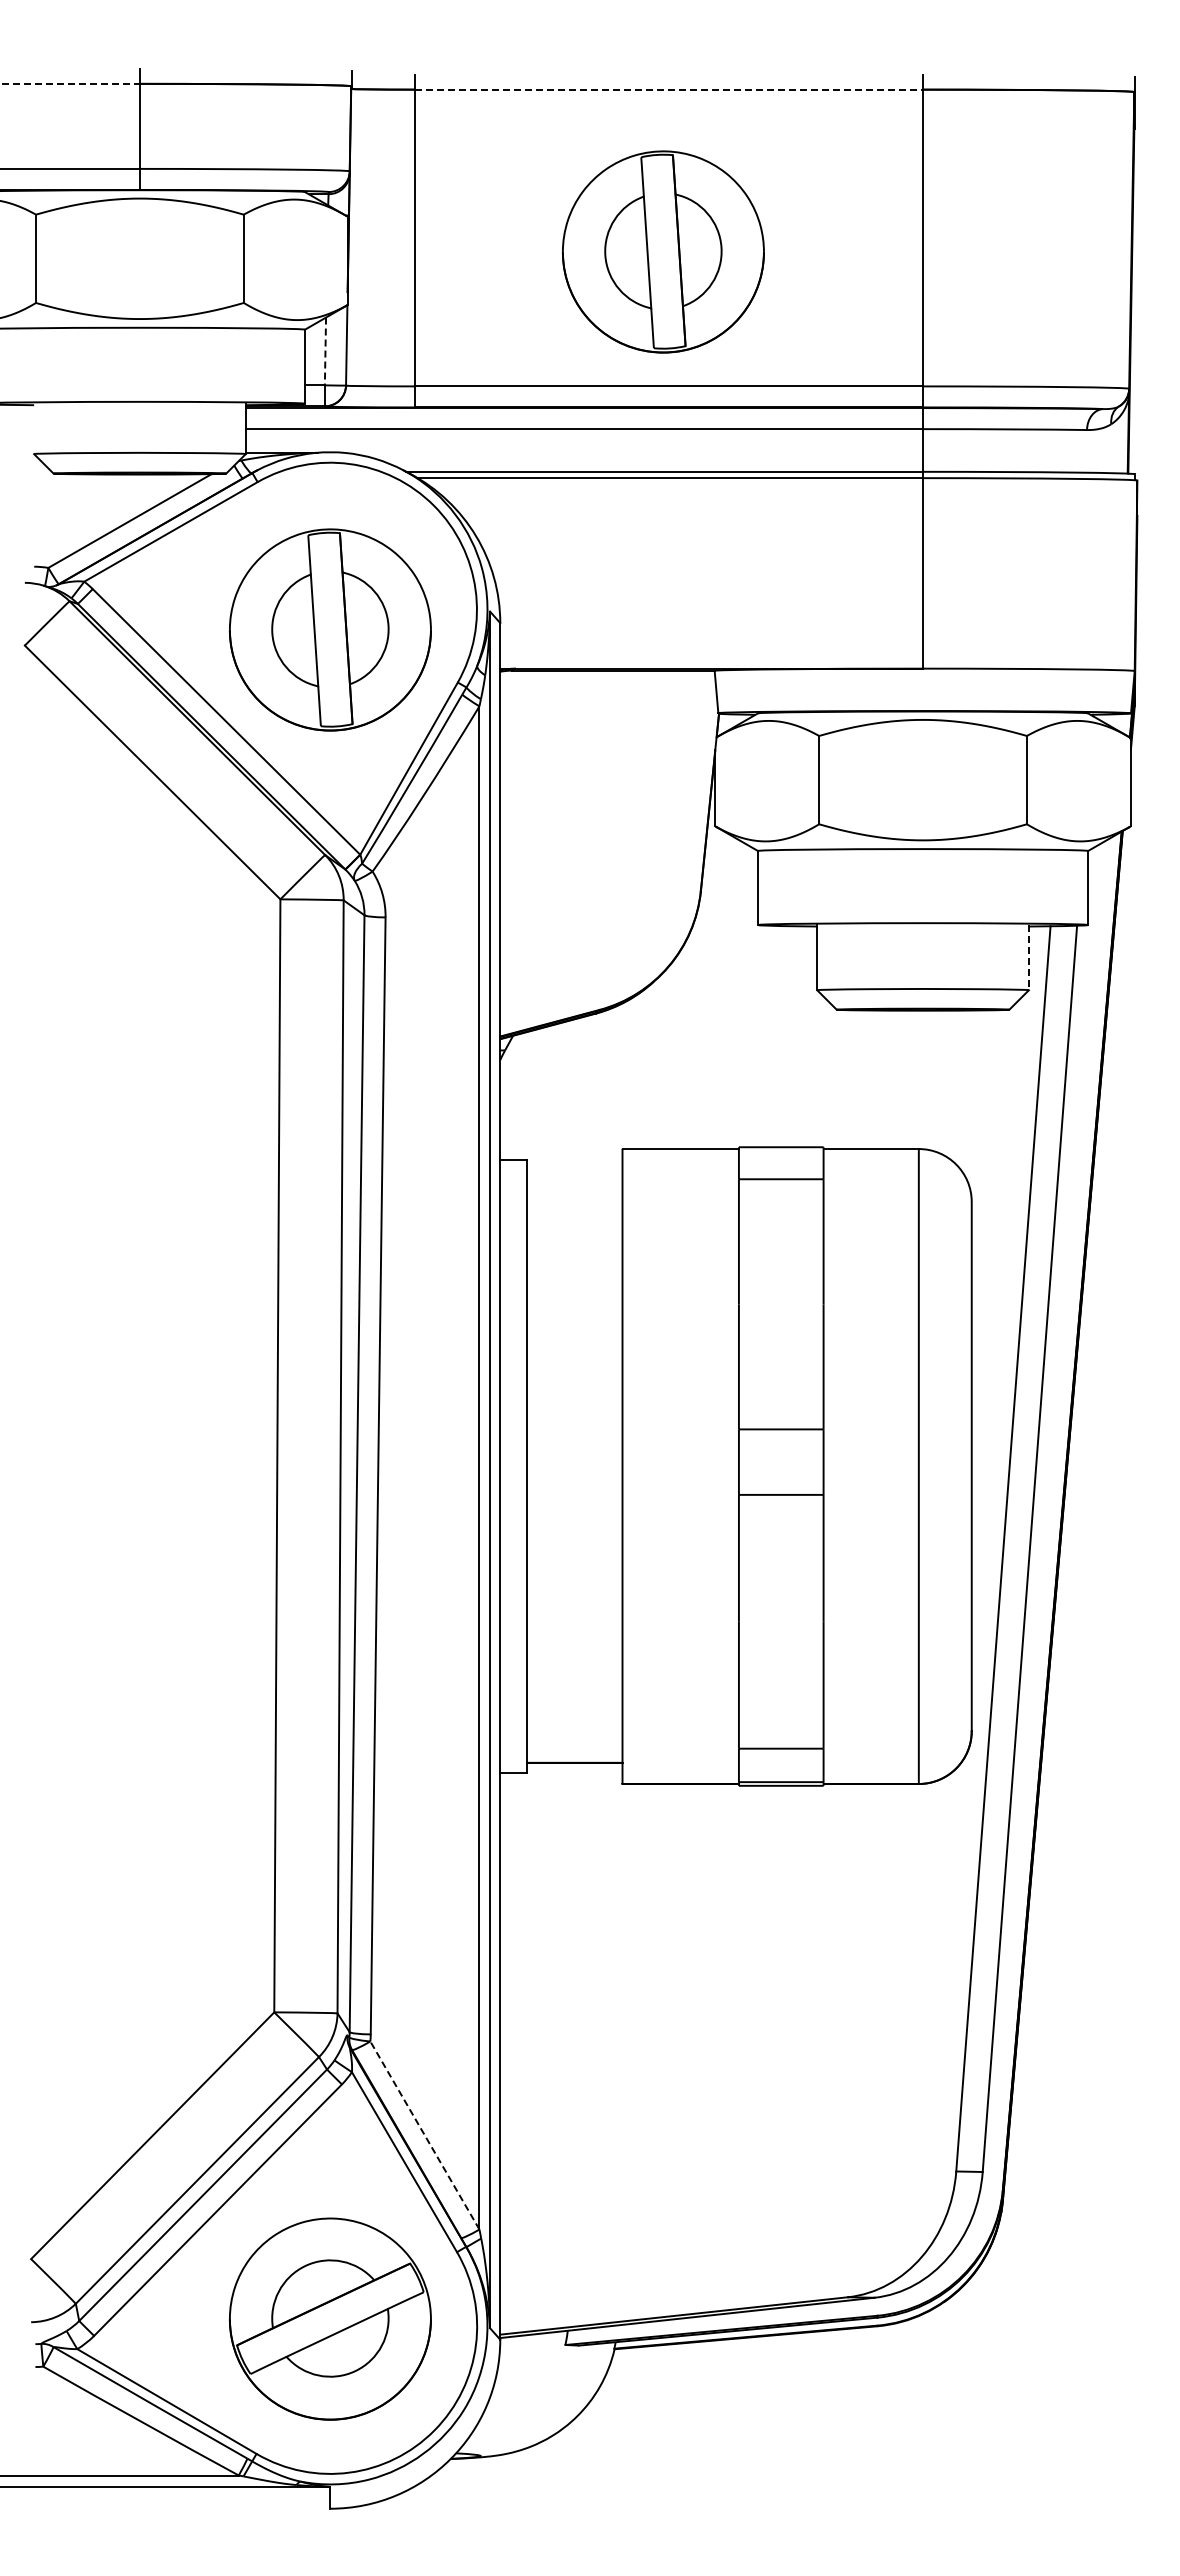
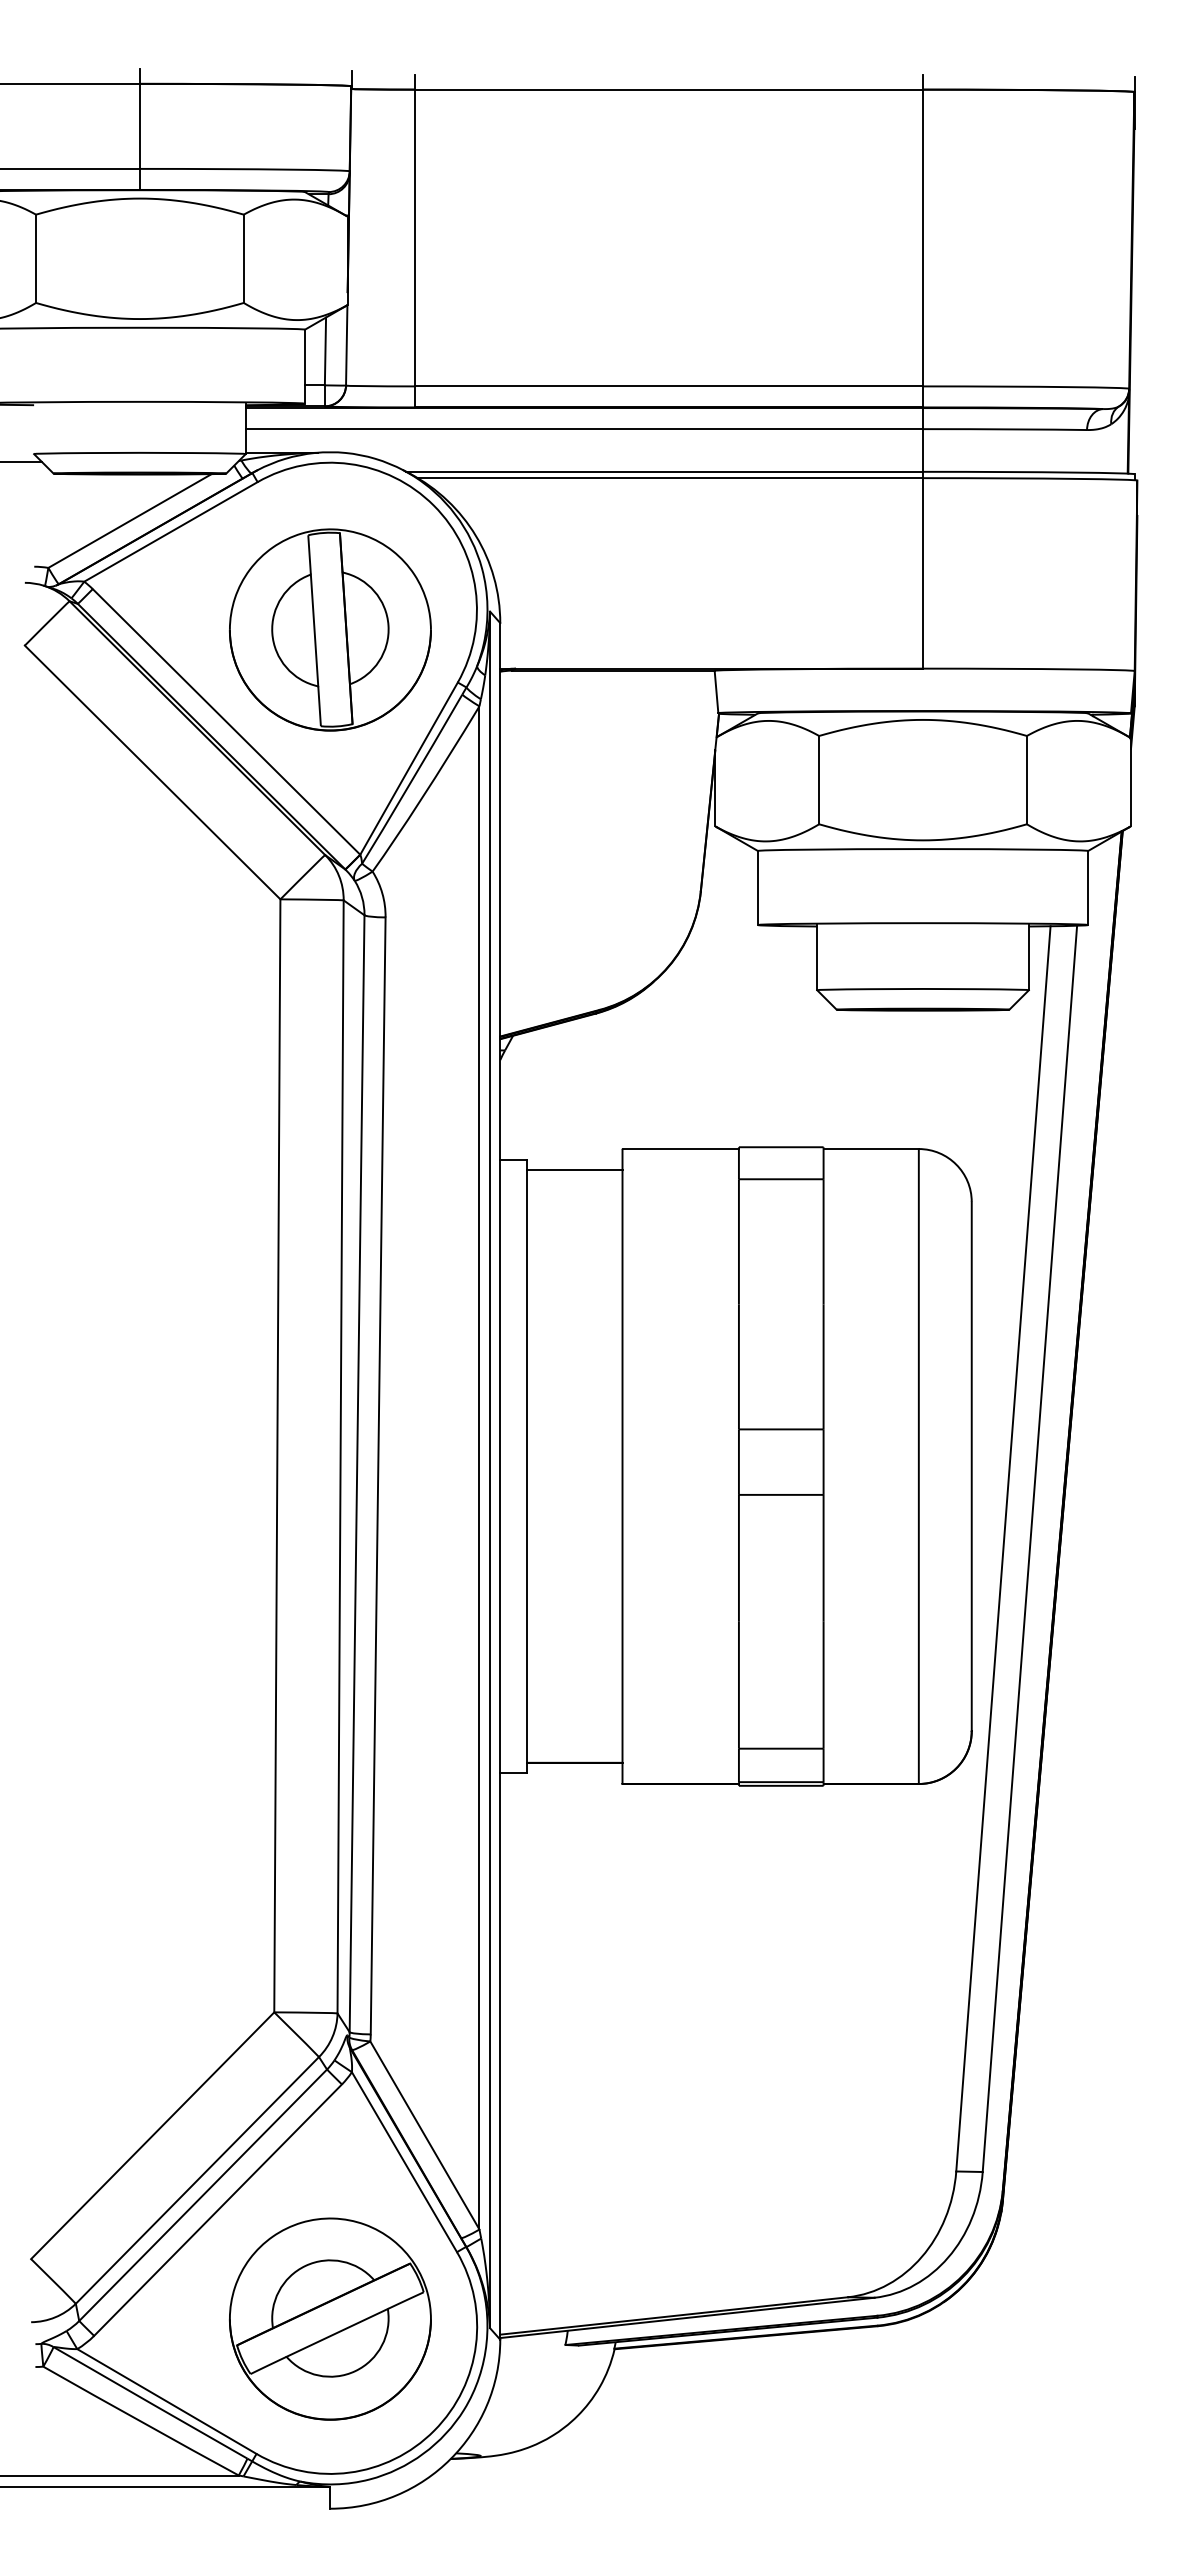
line at (70, 83): dashed -> solid
line at (669, 89): dashed -> solid
part at (663, 251): present -> none
line at (325, 351): dashed -> solid
line at (22, 462): none -> present
line at (1028, 957): dashed -> solid
line at (574, 1170): none -> present
line at (424, 2135): dashed -> solid
